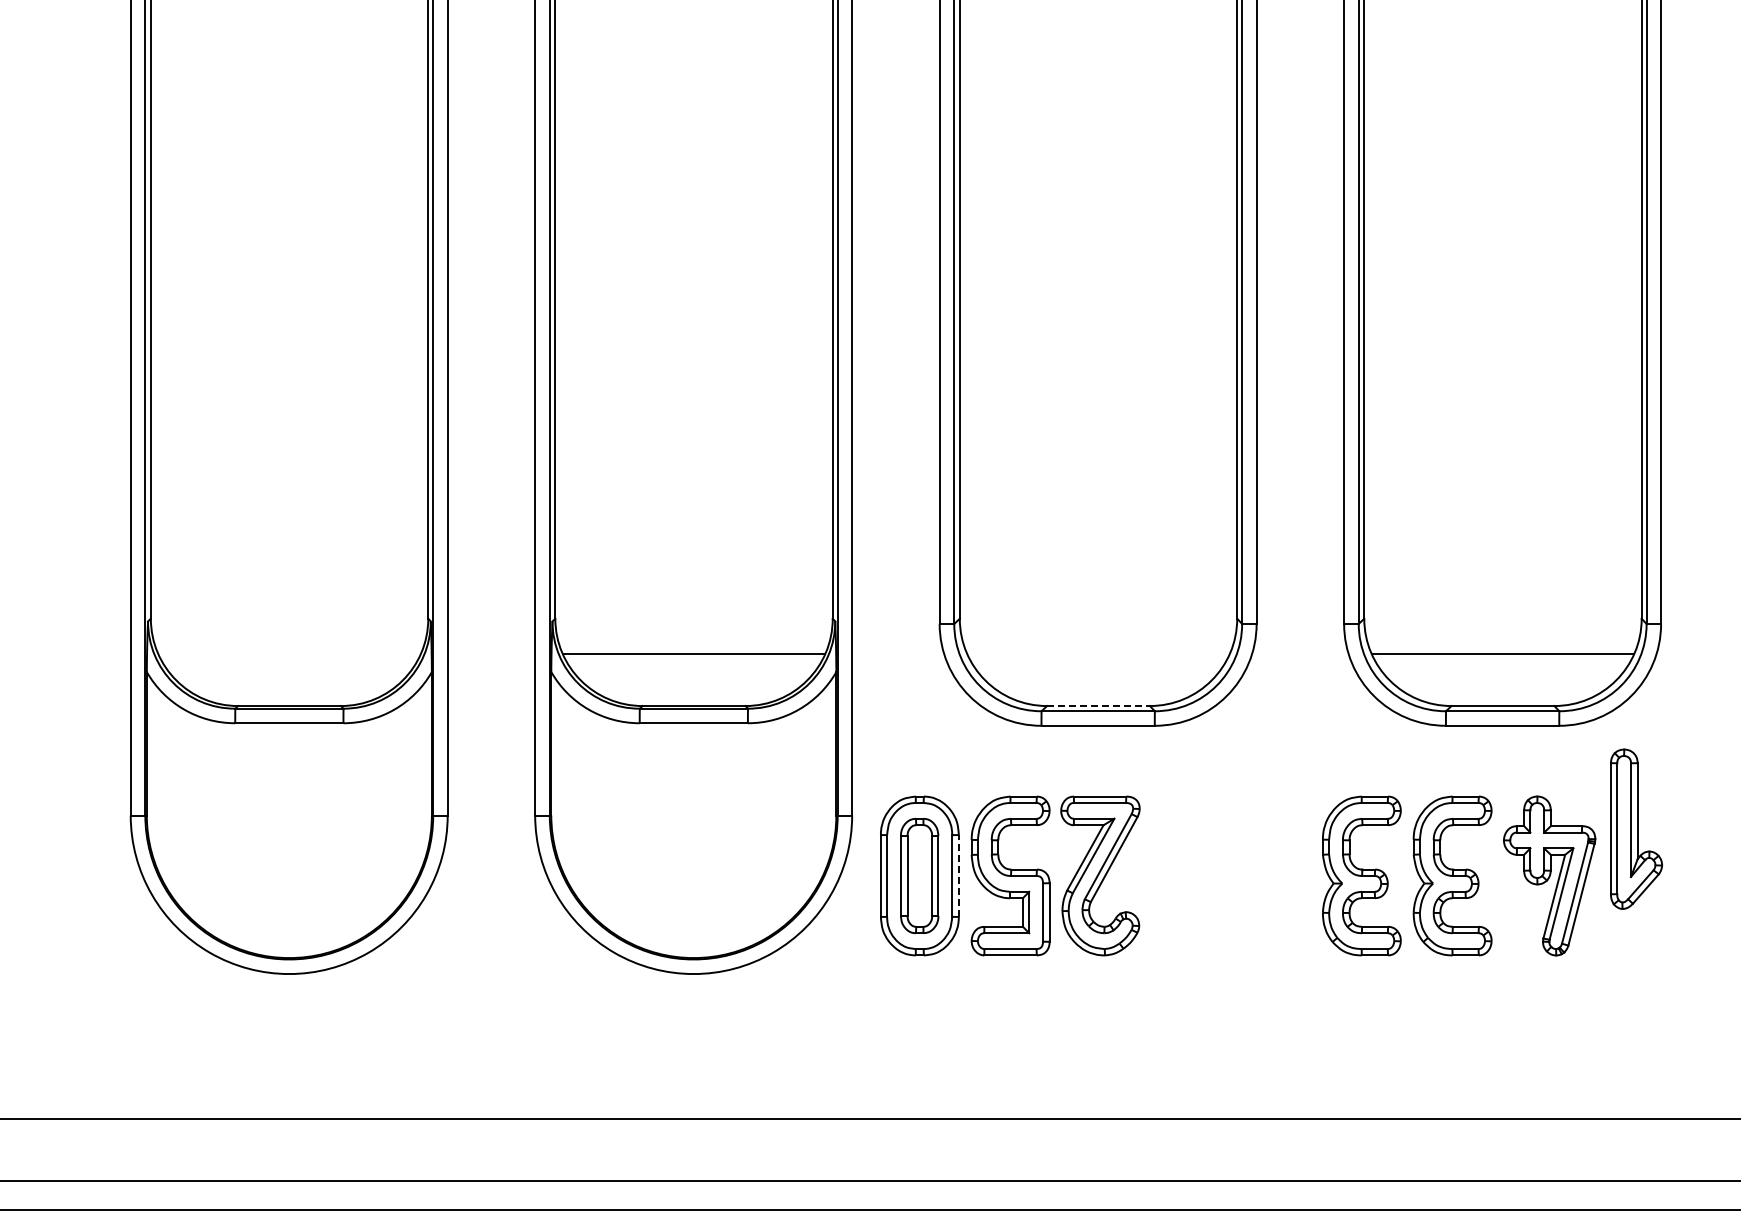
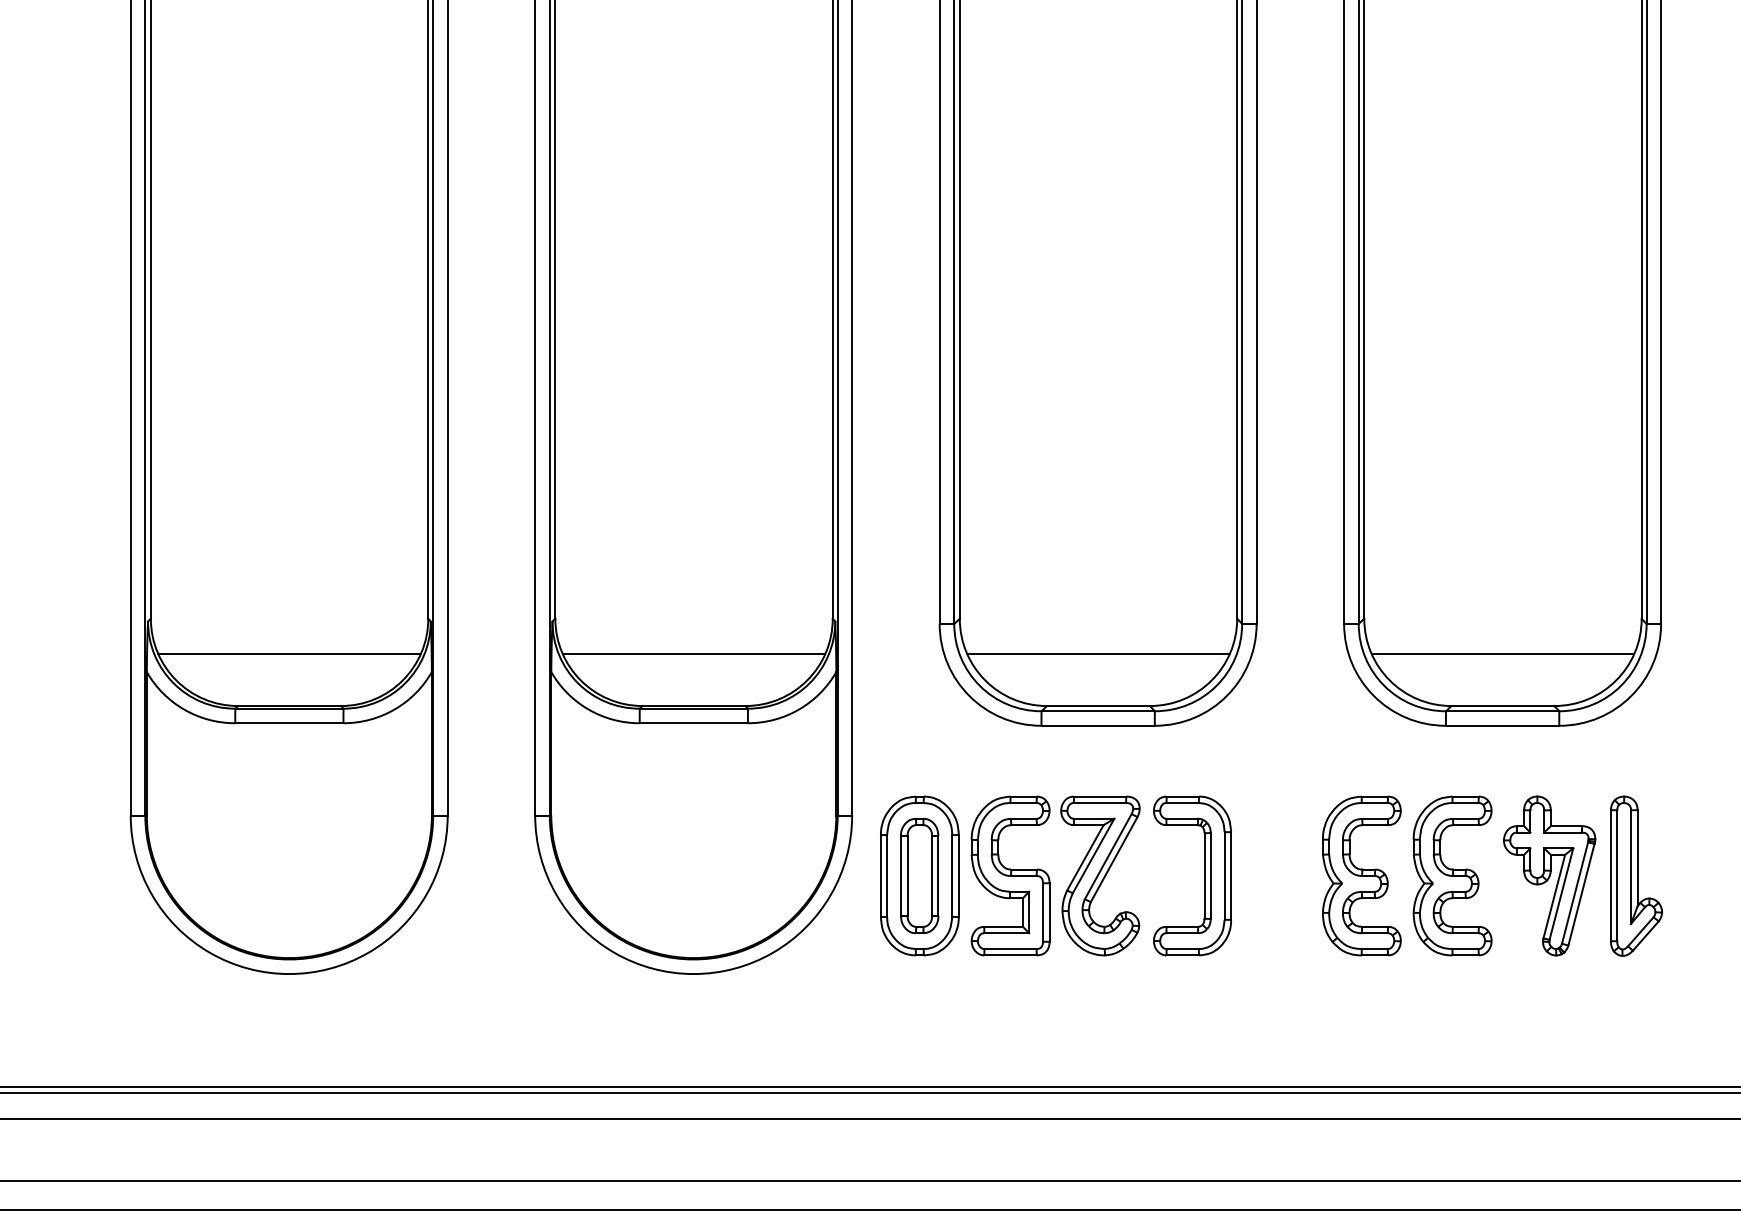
line at (289, 653): none -> present
line at (1098, 653): none -> present
line at (1099, 706): dashed -> solid
part at (1636, 828) position: (1636, 828) -> (1636, 875)
part at (1204, 875): none -> present
line at (958, 876): dashed -> solid
line at (869, 1086): none -> present
line at (869, 1092): none -> present
